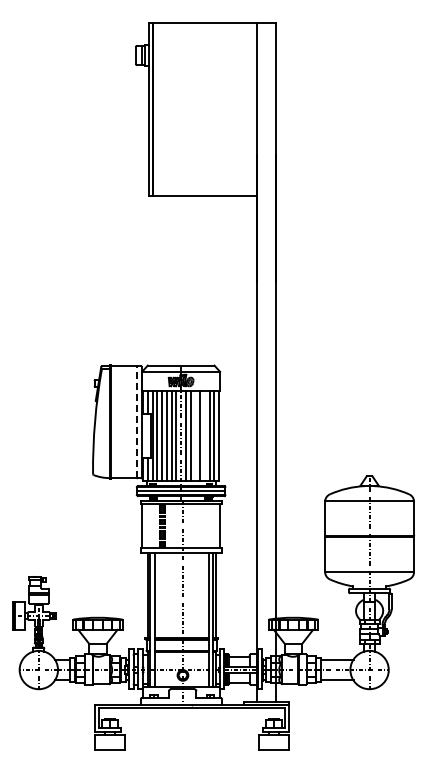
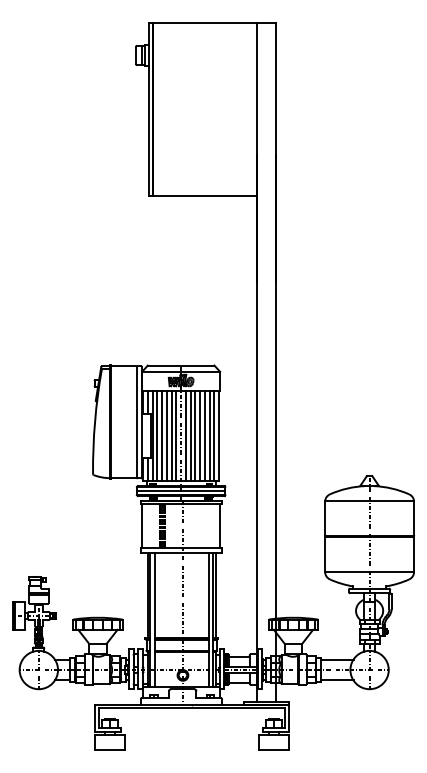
line at (137, 421): dashed -> solid
line at (195, 435): none -> present
line at (204, 435): none -> present
